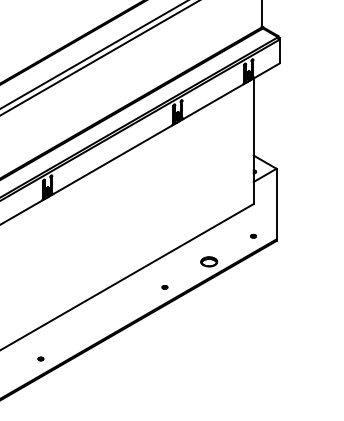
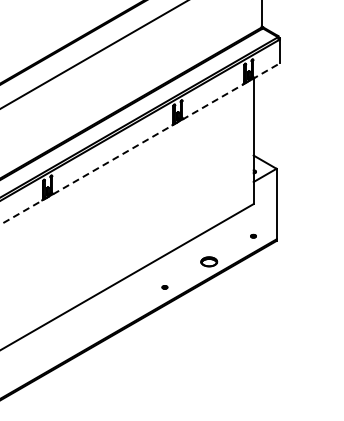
line at (99, 58): present -> none
line at (140, 143): solid -> dashed
part at (40, 358): present -> none
